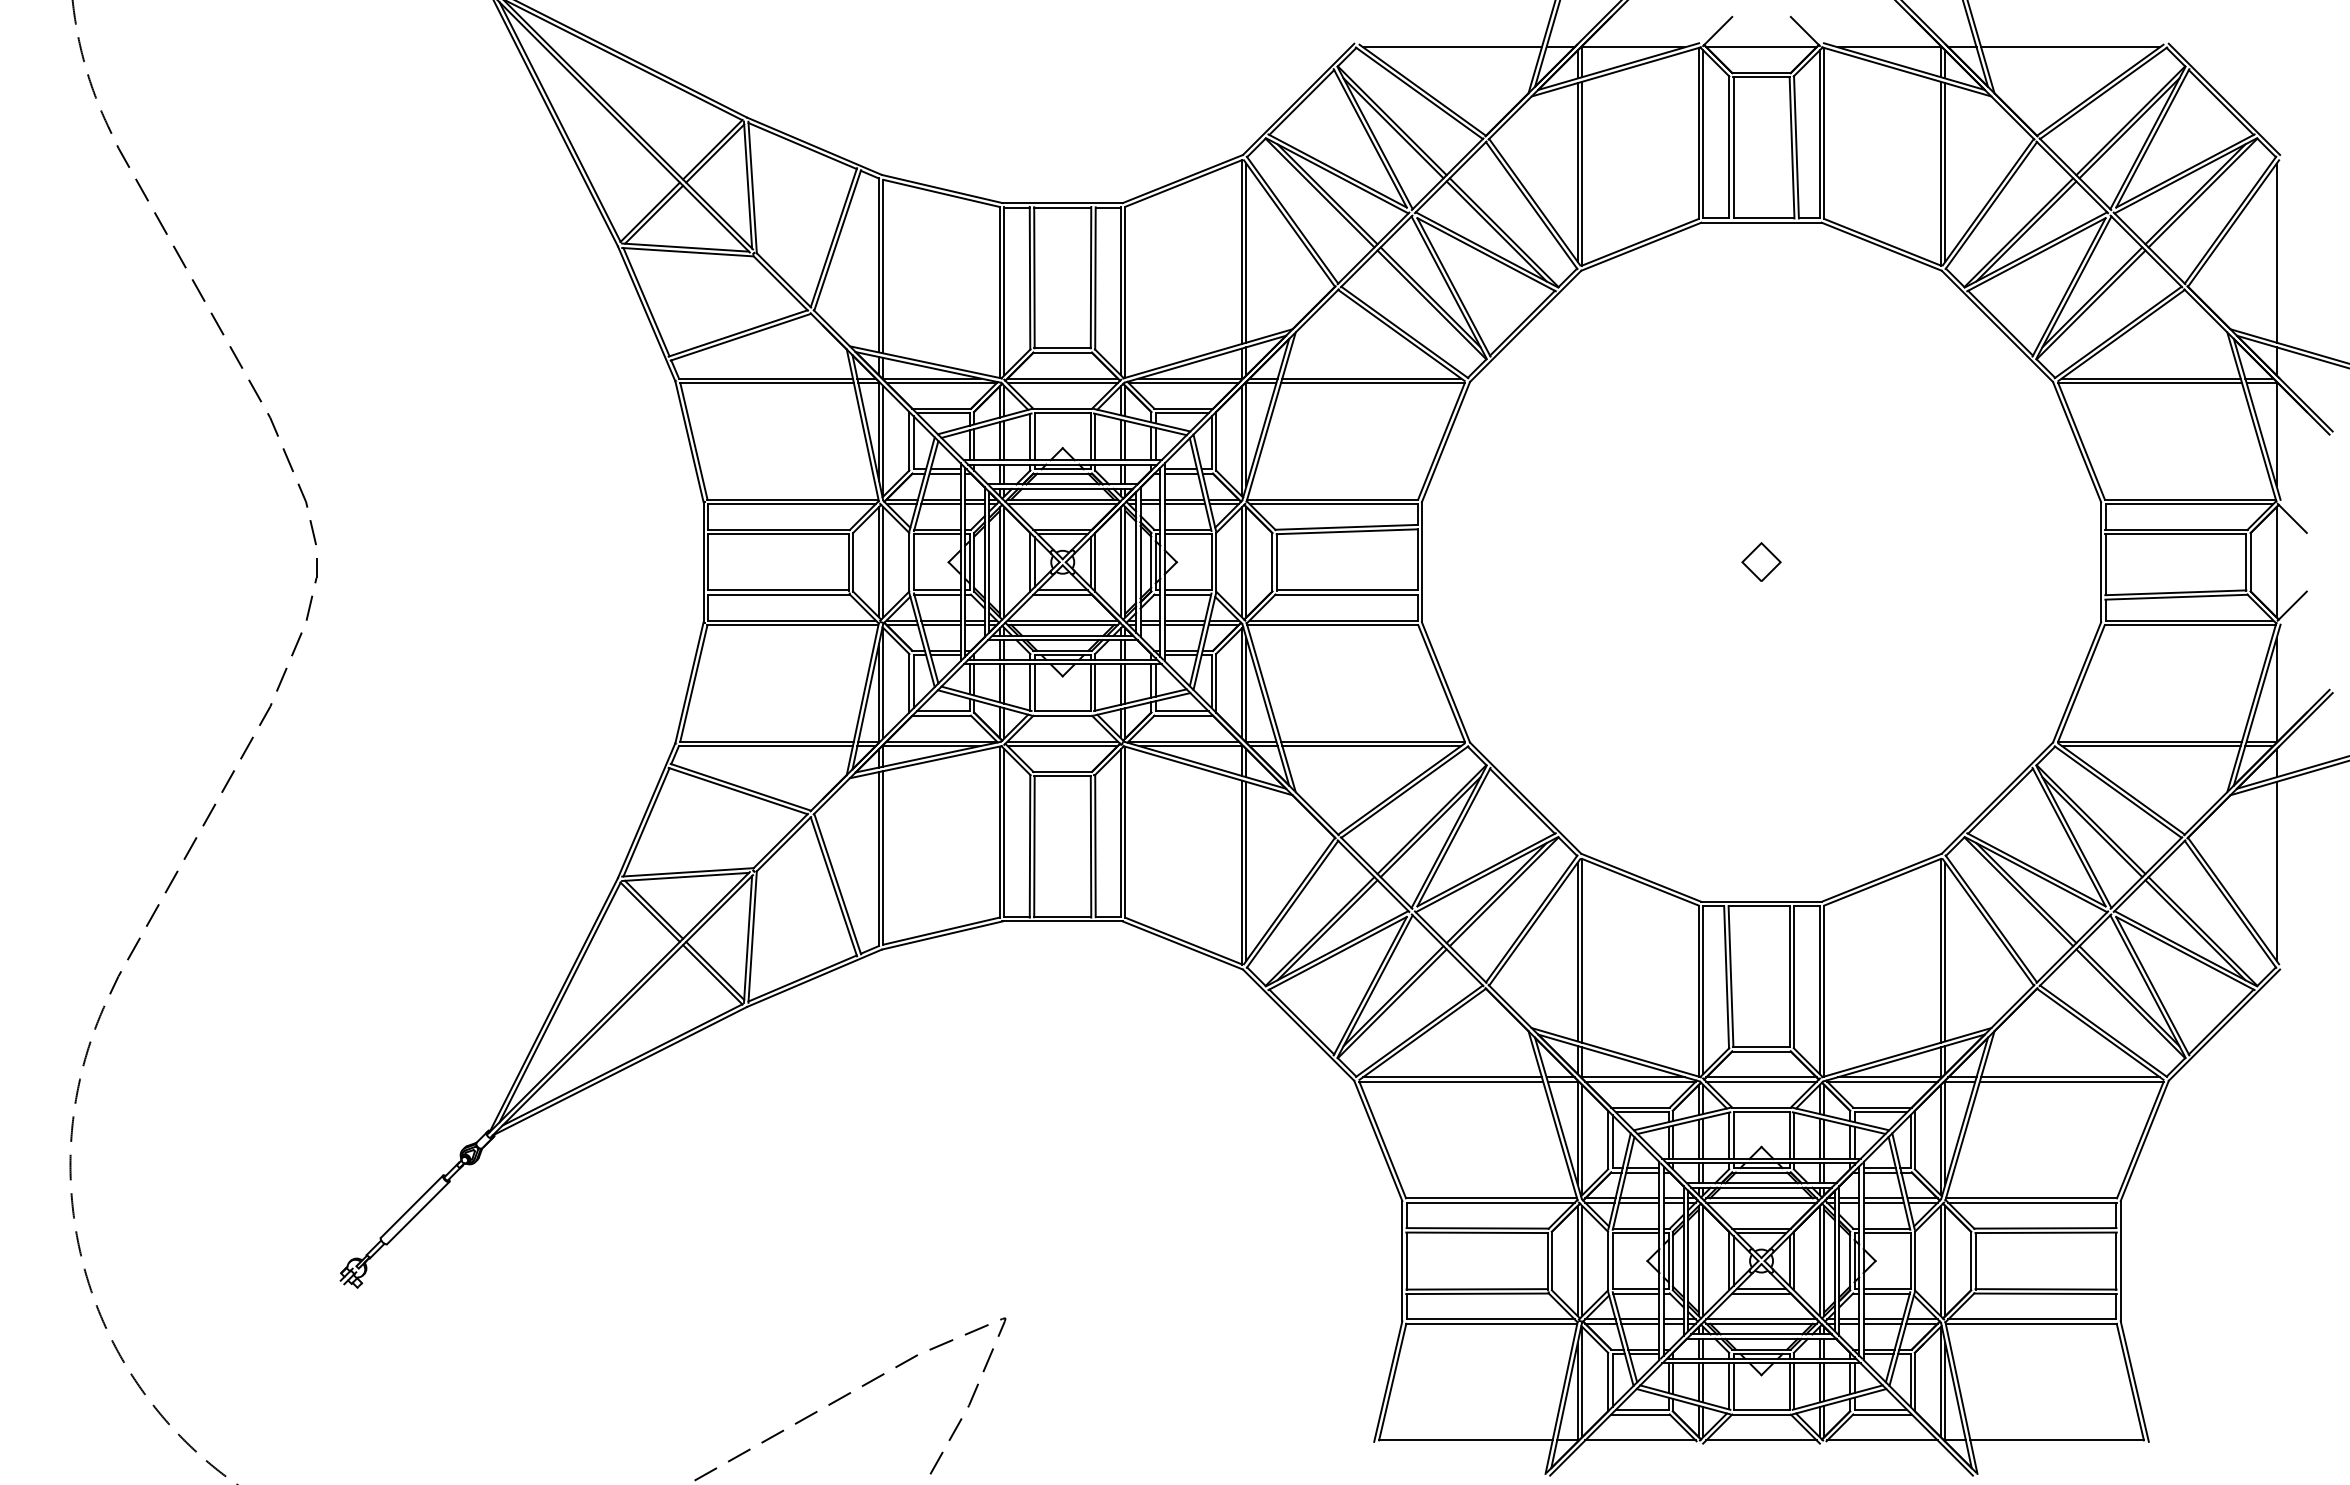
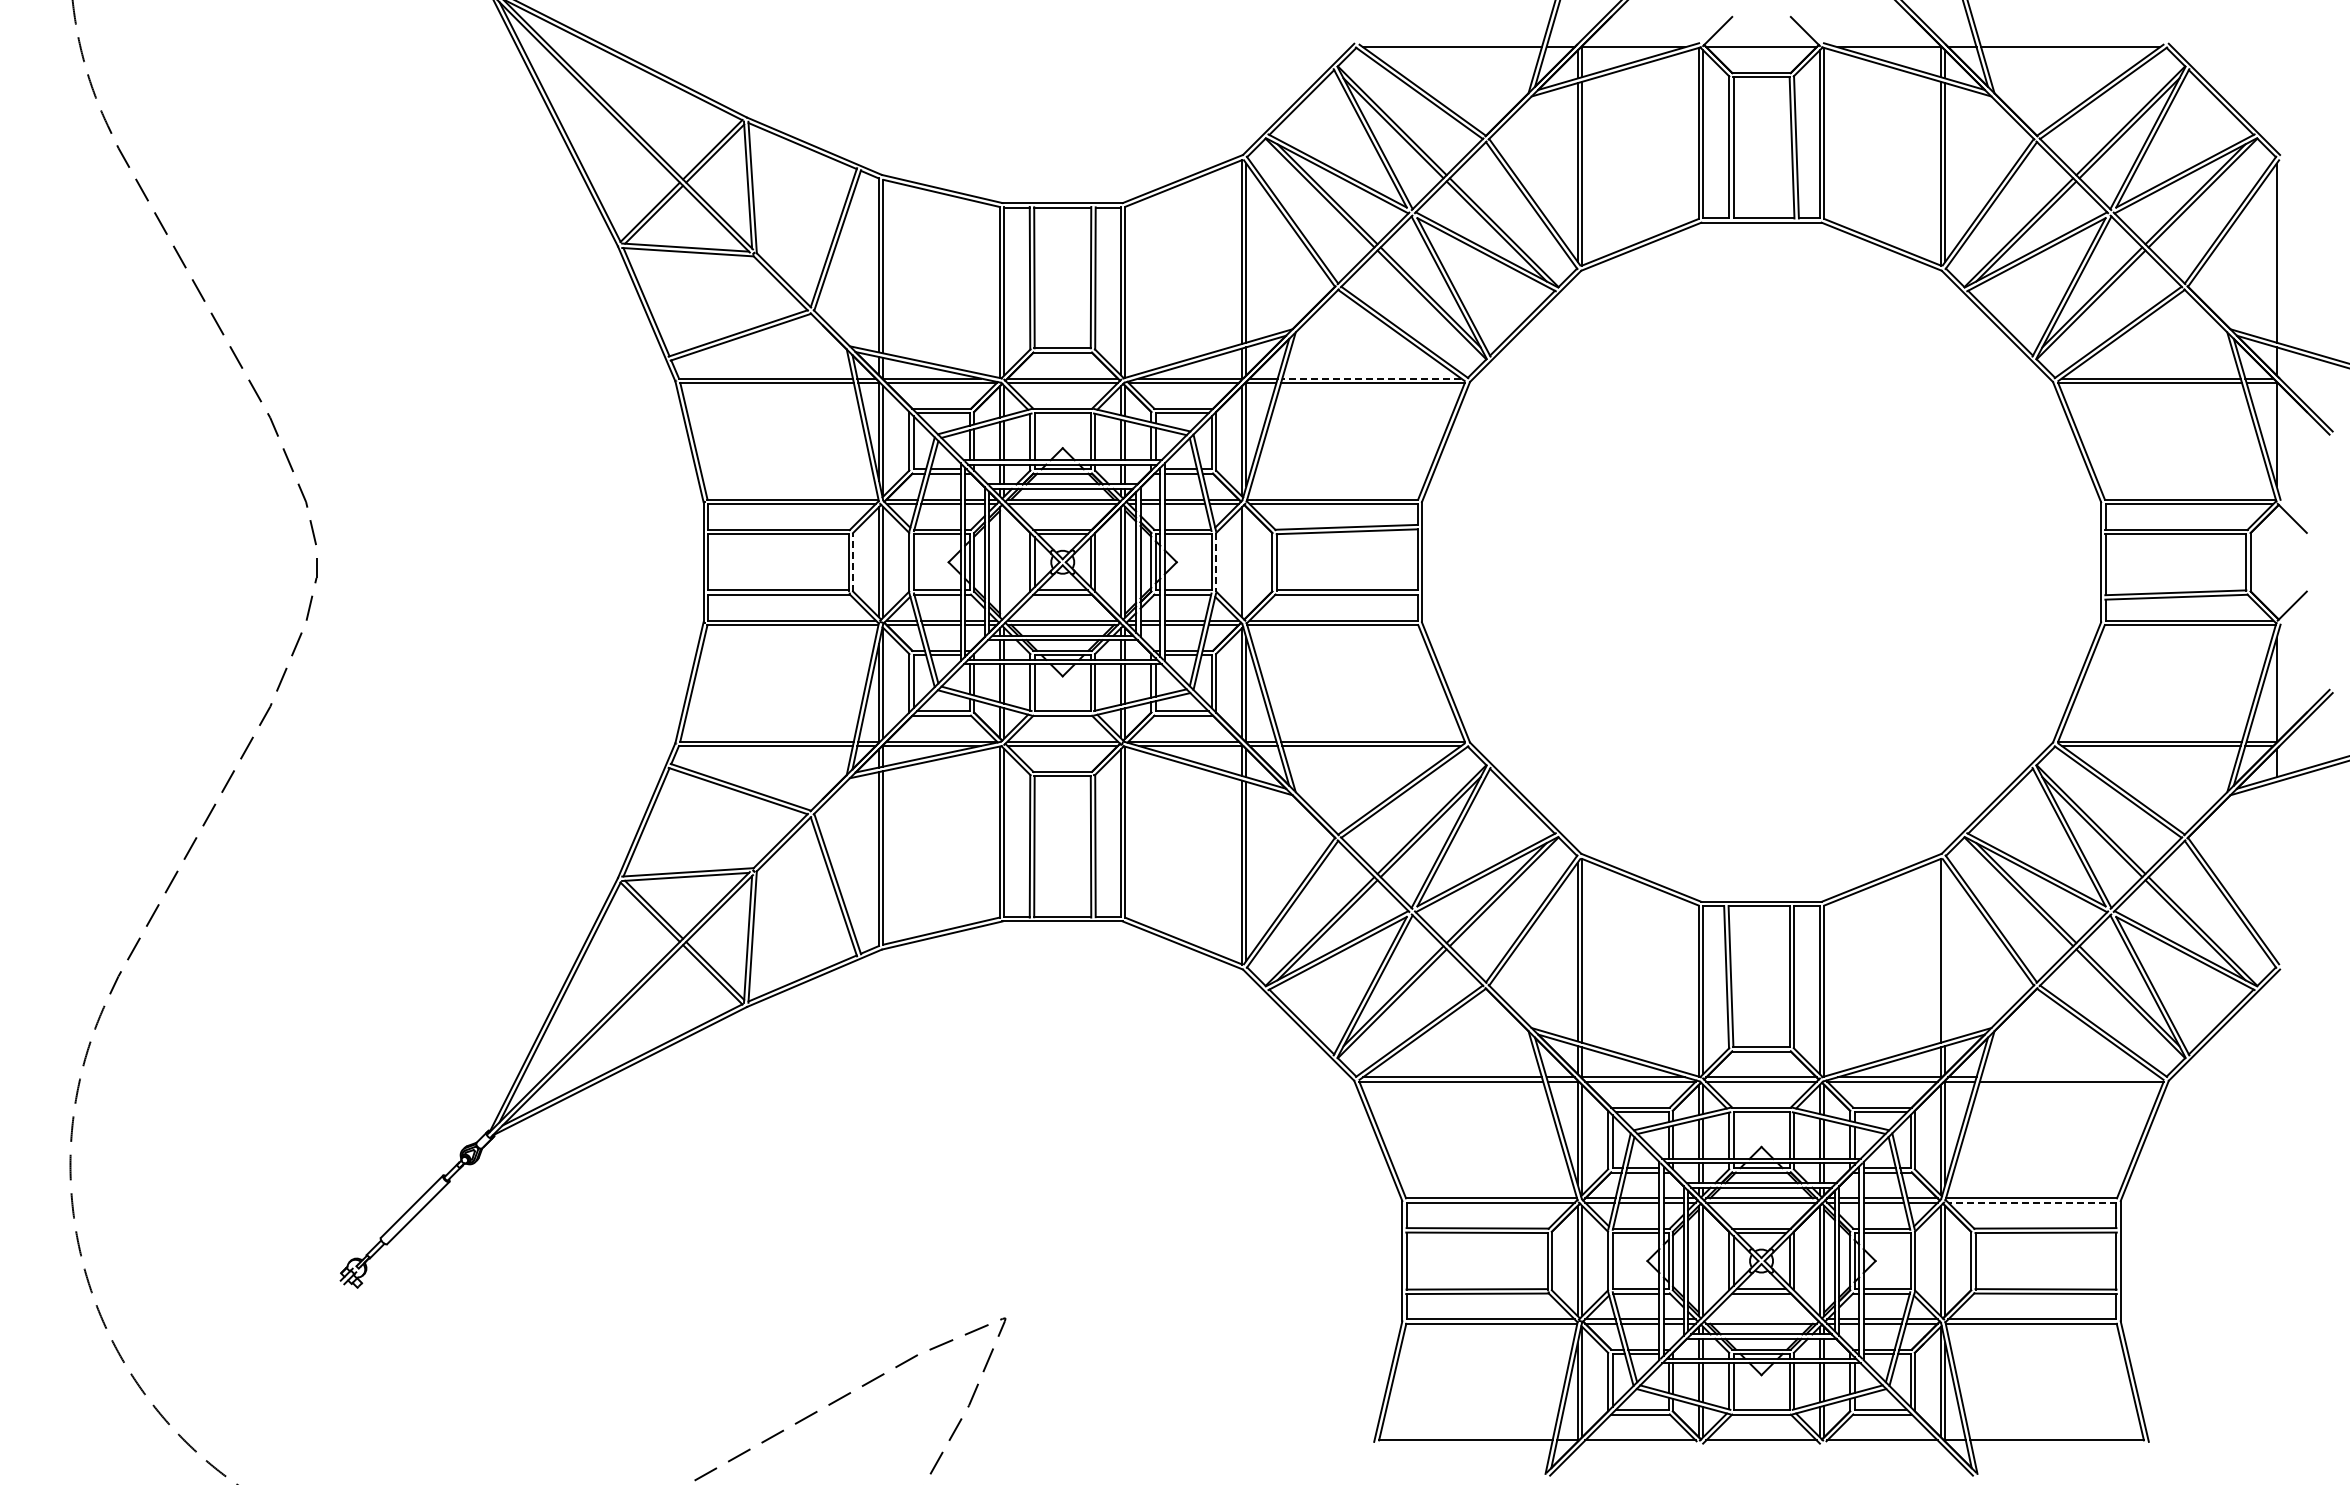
line at (1371, 378): solid -> dashed
line at (853, 561): solid -> dashed
part at (1761, 561): present -> none
line at (1004, 562): present -> none
line at (1216, 562): solid -> dashed
line at (1246, 562): present -> none
line at (2276, 562): present -> none
line at (2276, 870): present -> none
line at (1945, 951): present -> none
line at (2070, 1077): present -> none
line at (2031, 1202): solid -> dashed
line at (1761, 1319): present -> none
